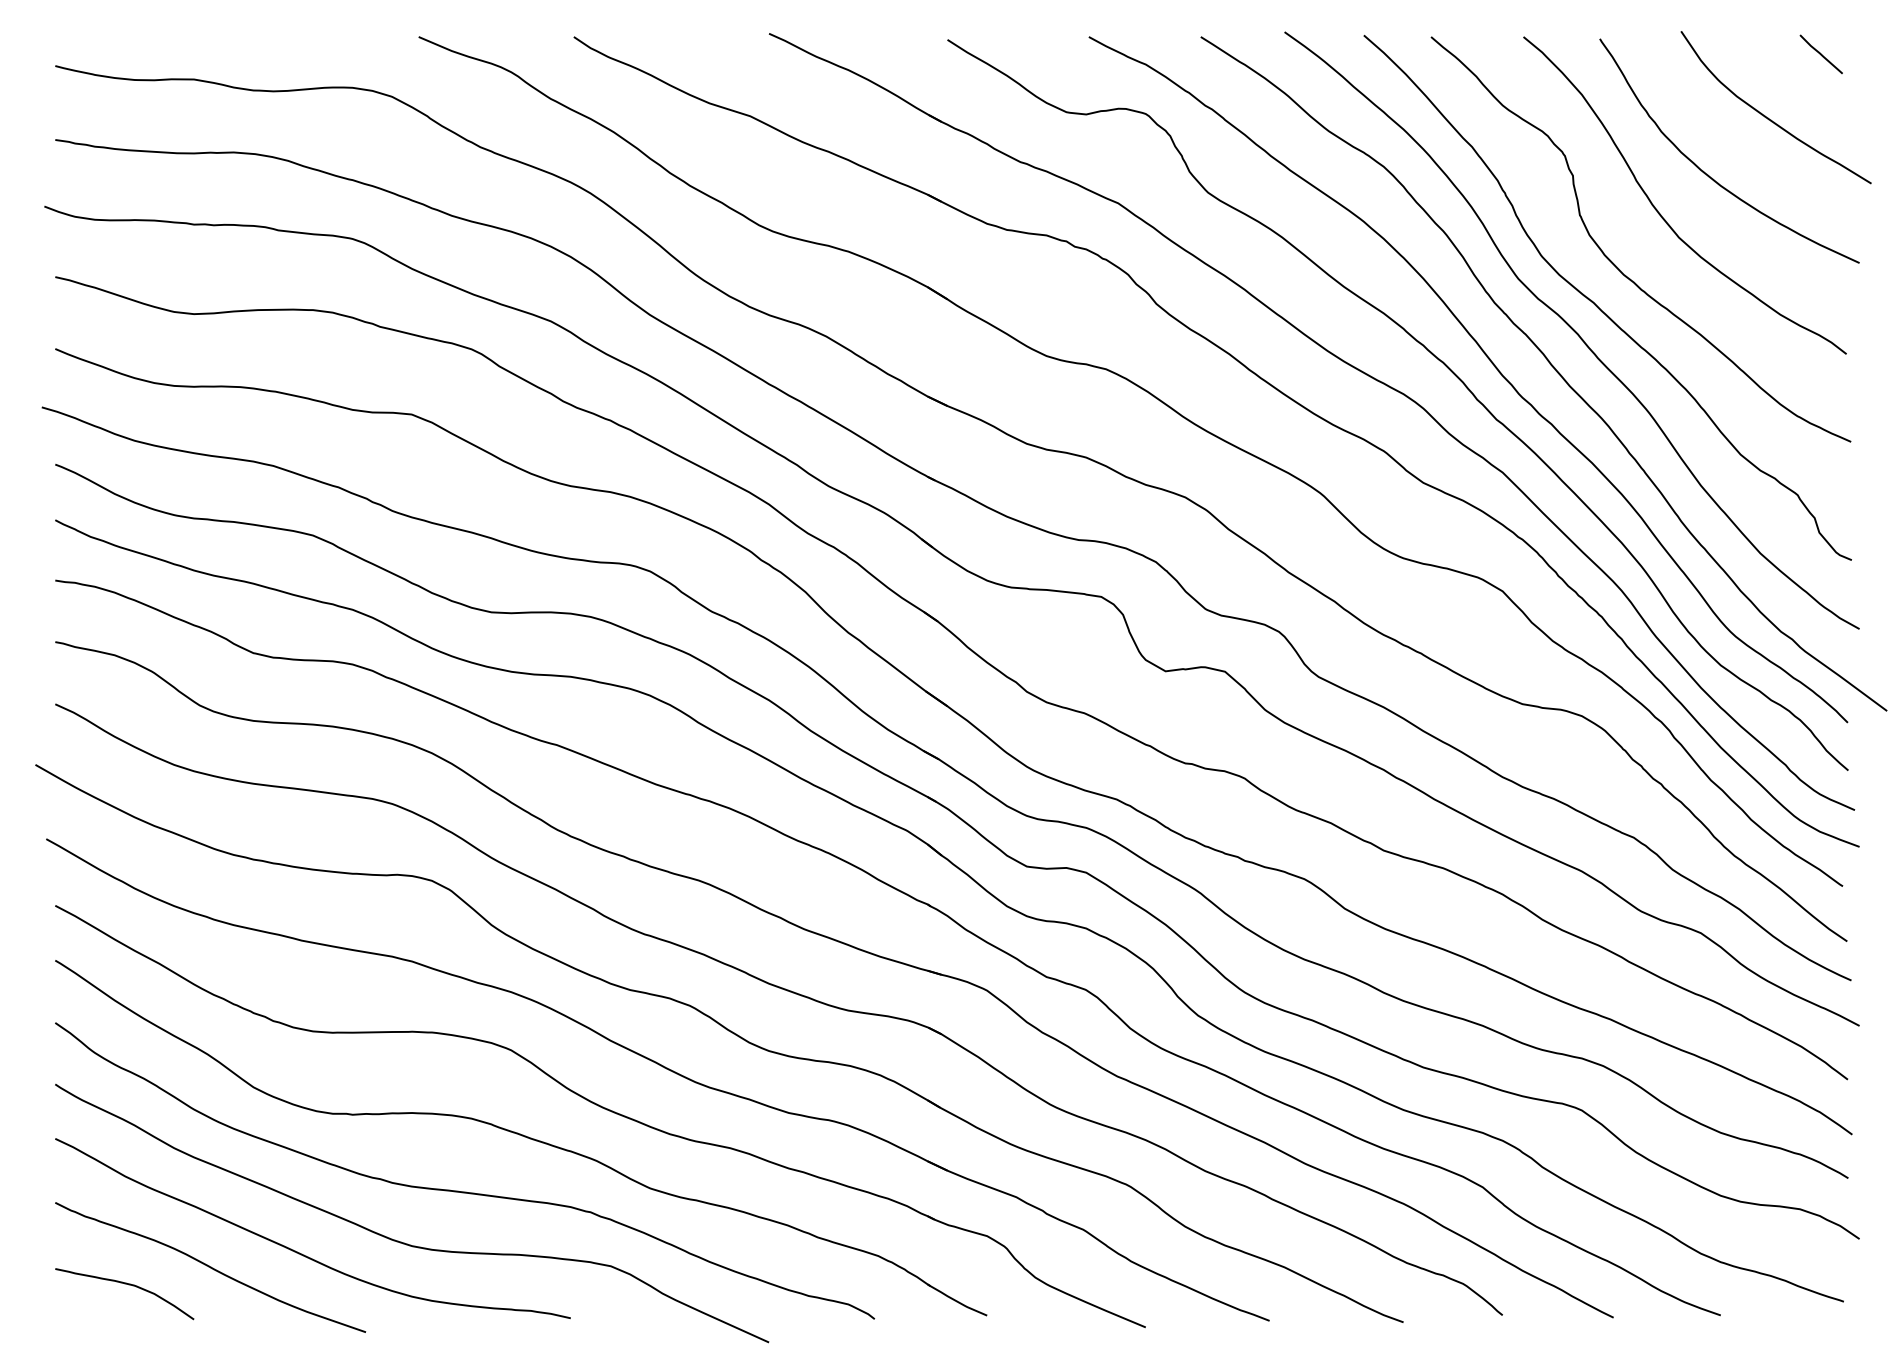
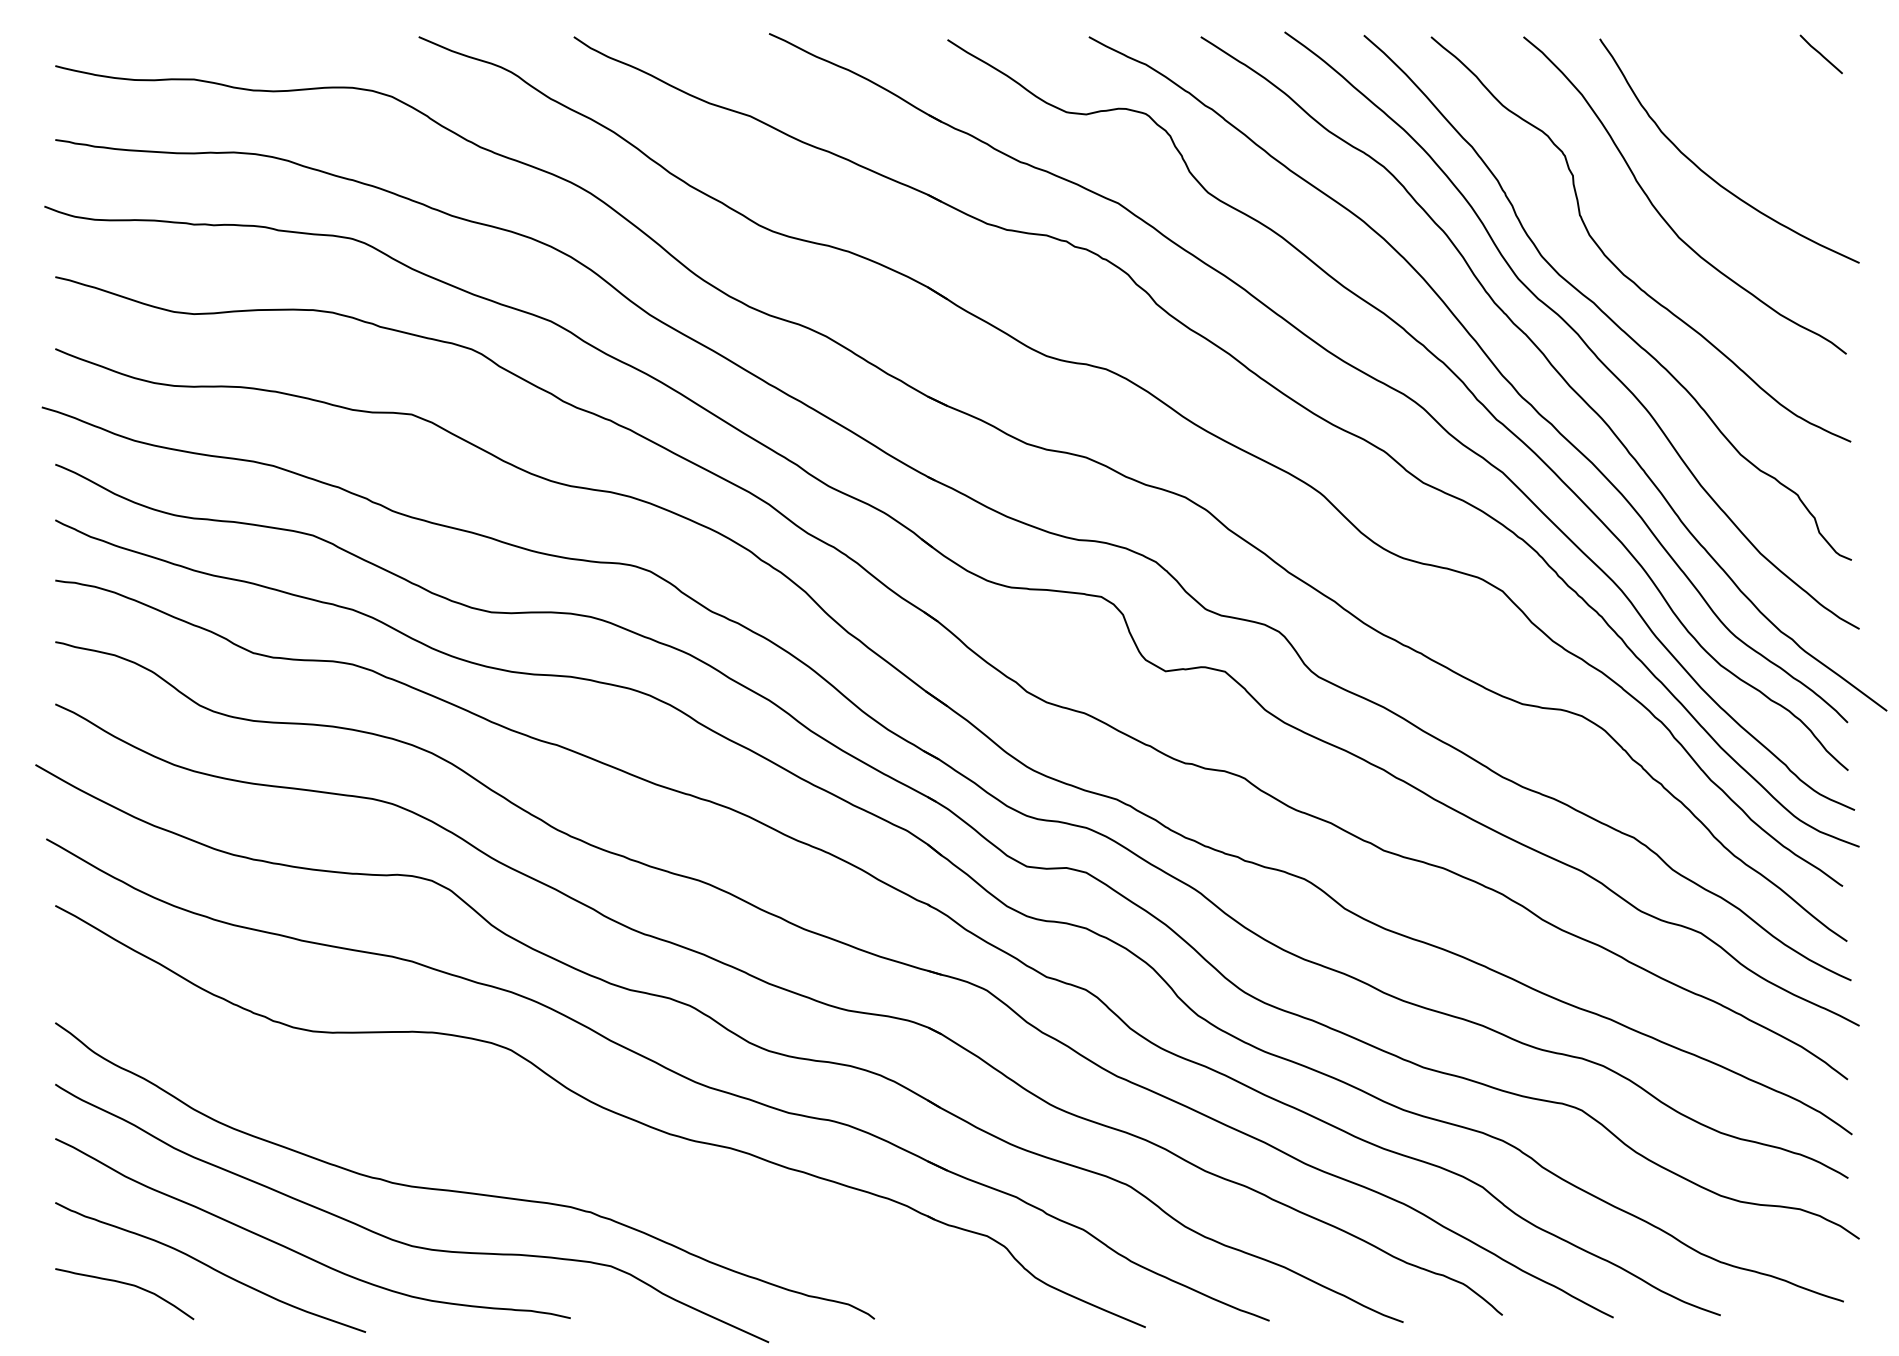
curve at (1768, 117): present -> none
part at (521, 1138): present -> none
